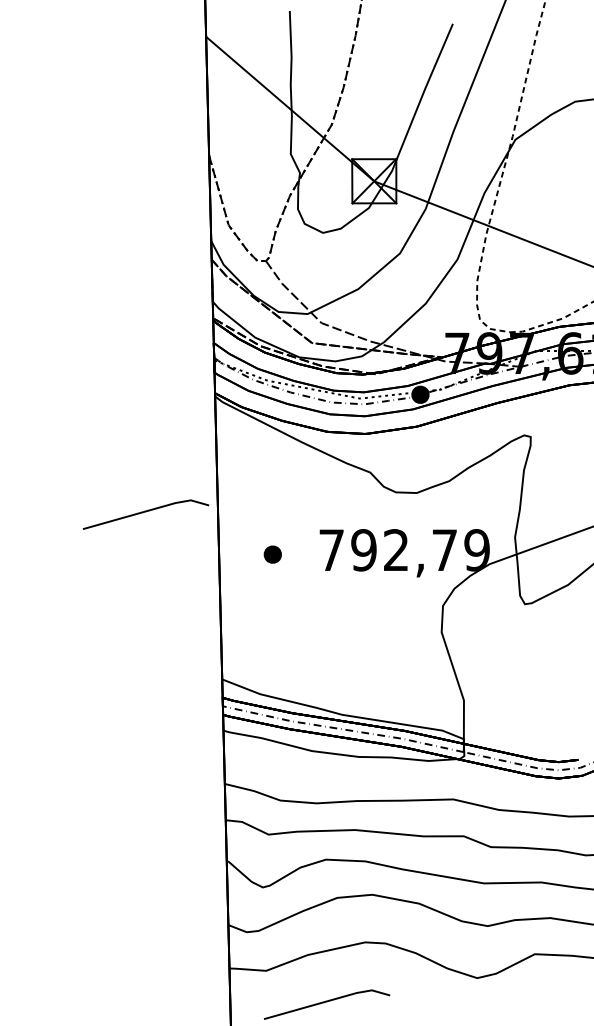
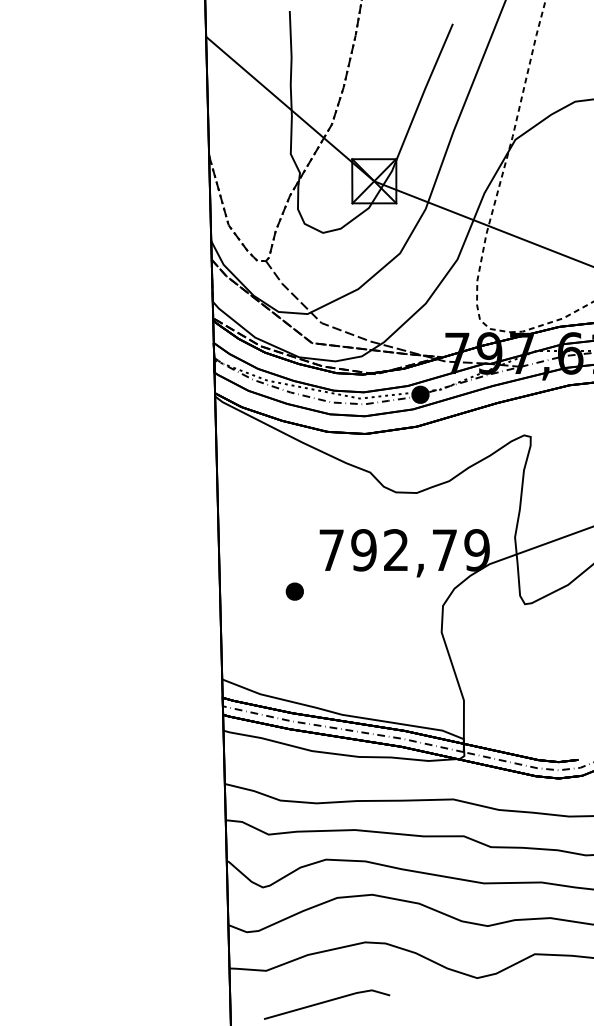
line at (146, 512): present -> none
part at (272, 554) position: (272, 554) -> (294, 591)
